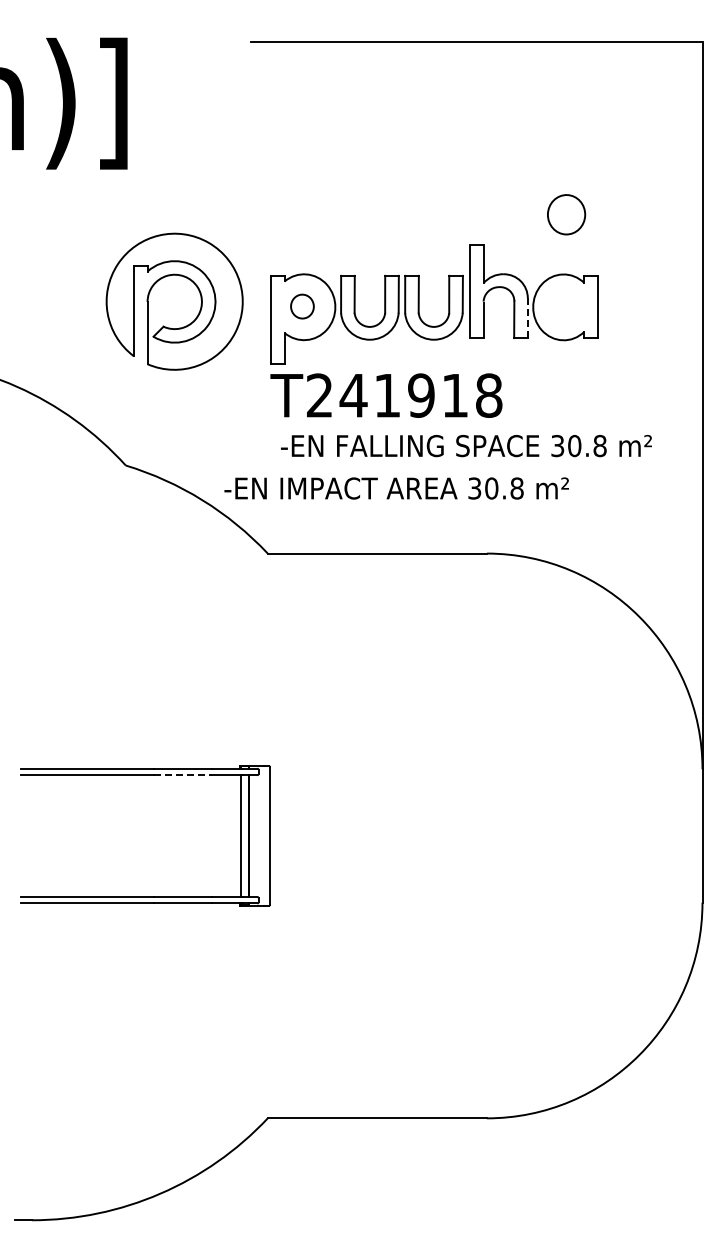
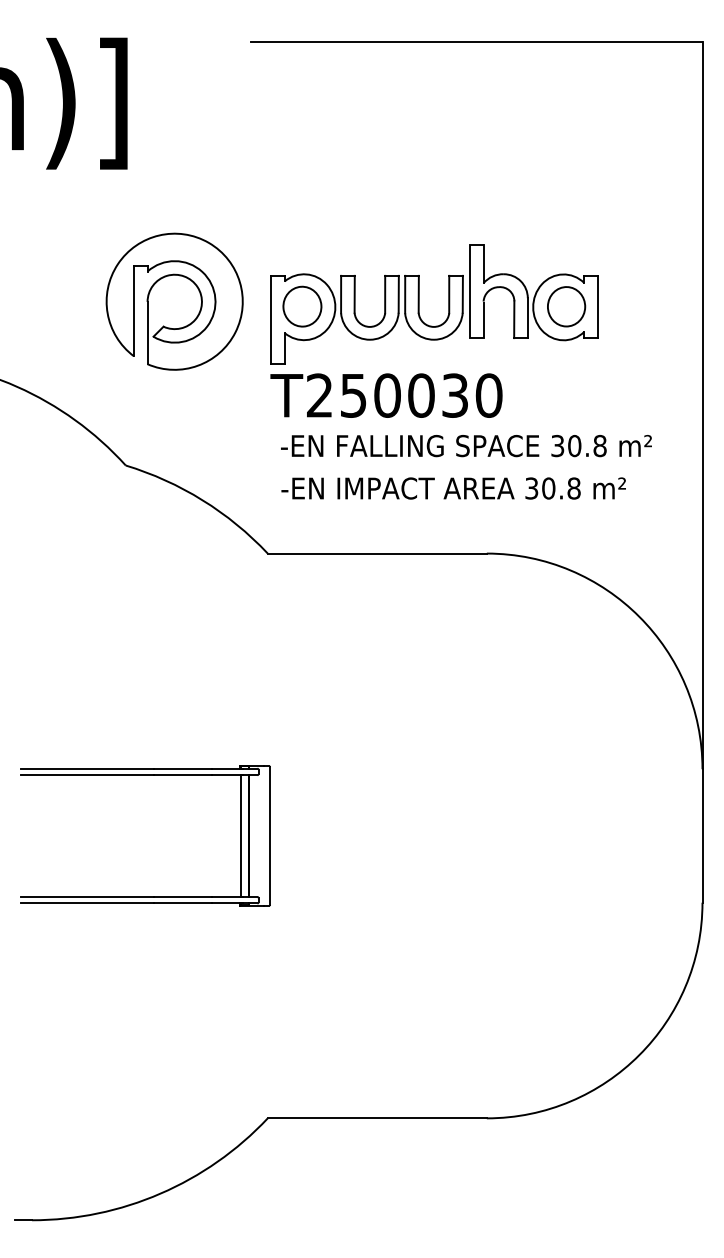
part at (566, 214) position: (566, 214) -> (566, 306)
part at (302, 306) size: 25x27 px -> 41x43 px
line at (527, 318): dashed -> solid
text at (420, 395): \c4766296;T241918 -> \c4766296;T250030
text at (396, 488) position: (396, 488) -> (453, 488)
line at (183, 775): dashed -> solid
